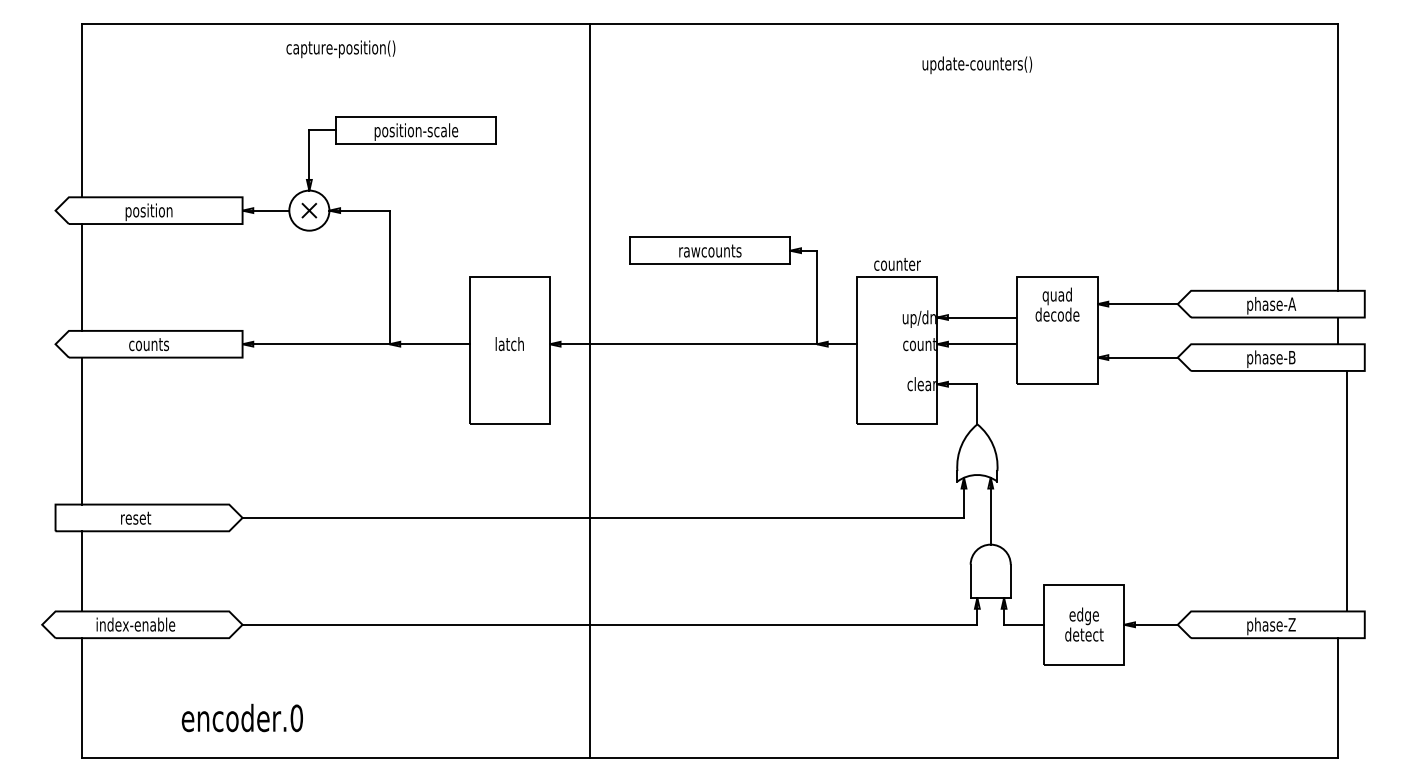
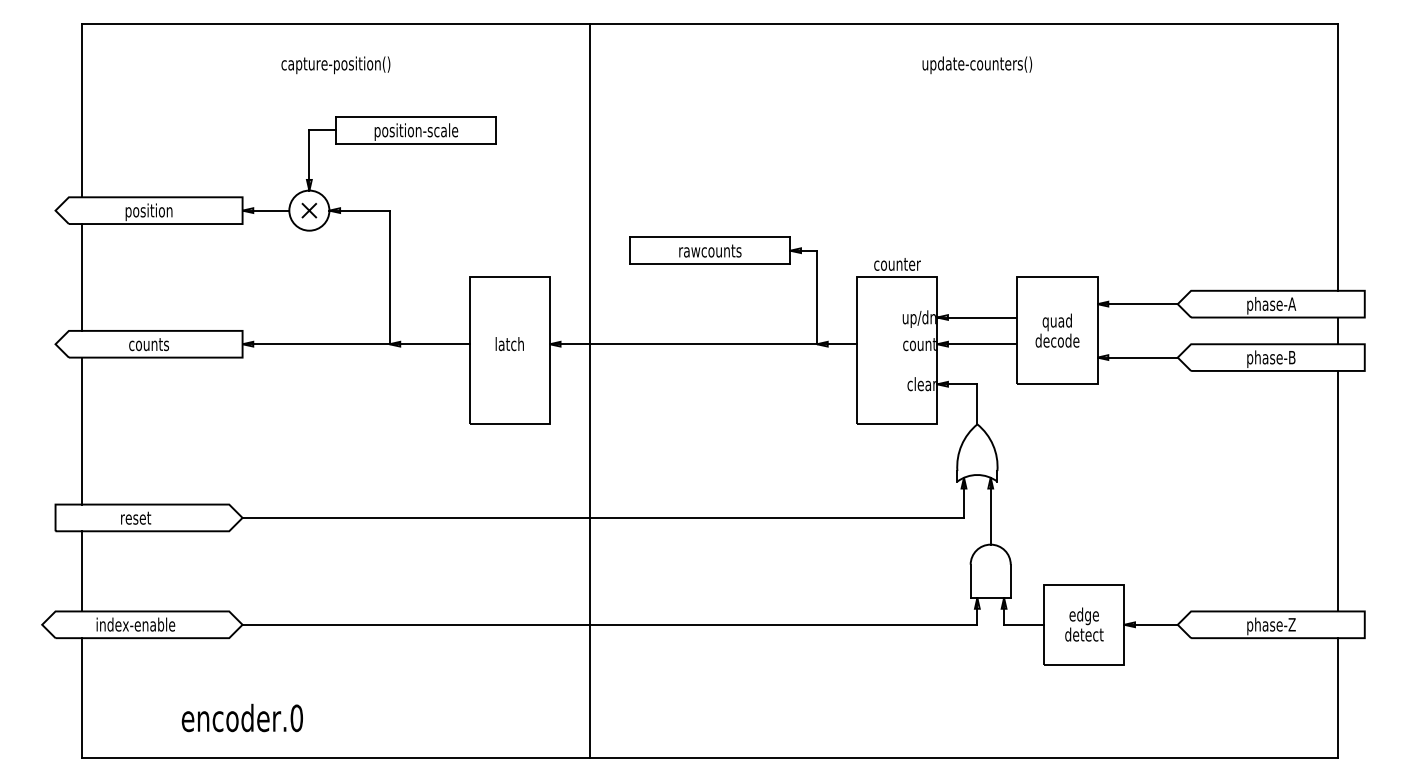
text at (340, 49) position: (340, 49) -> (335, 65)
text at (1057, 304) position: (1057, 304) -> (1057, 330)
line at (1347, 490) position: (1347, 490) -> (1338, 490)
